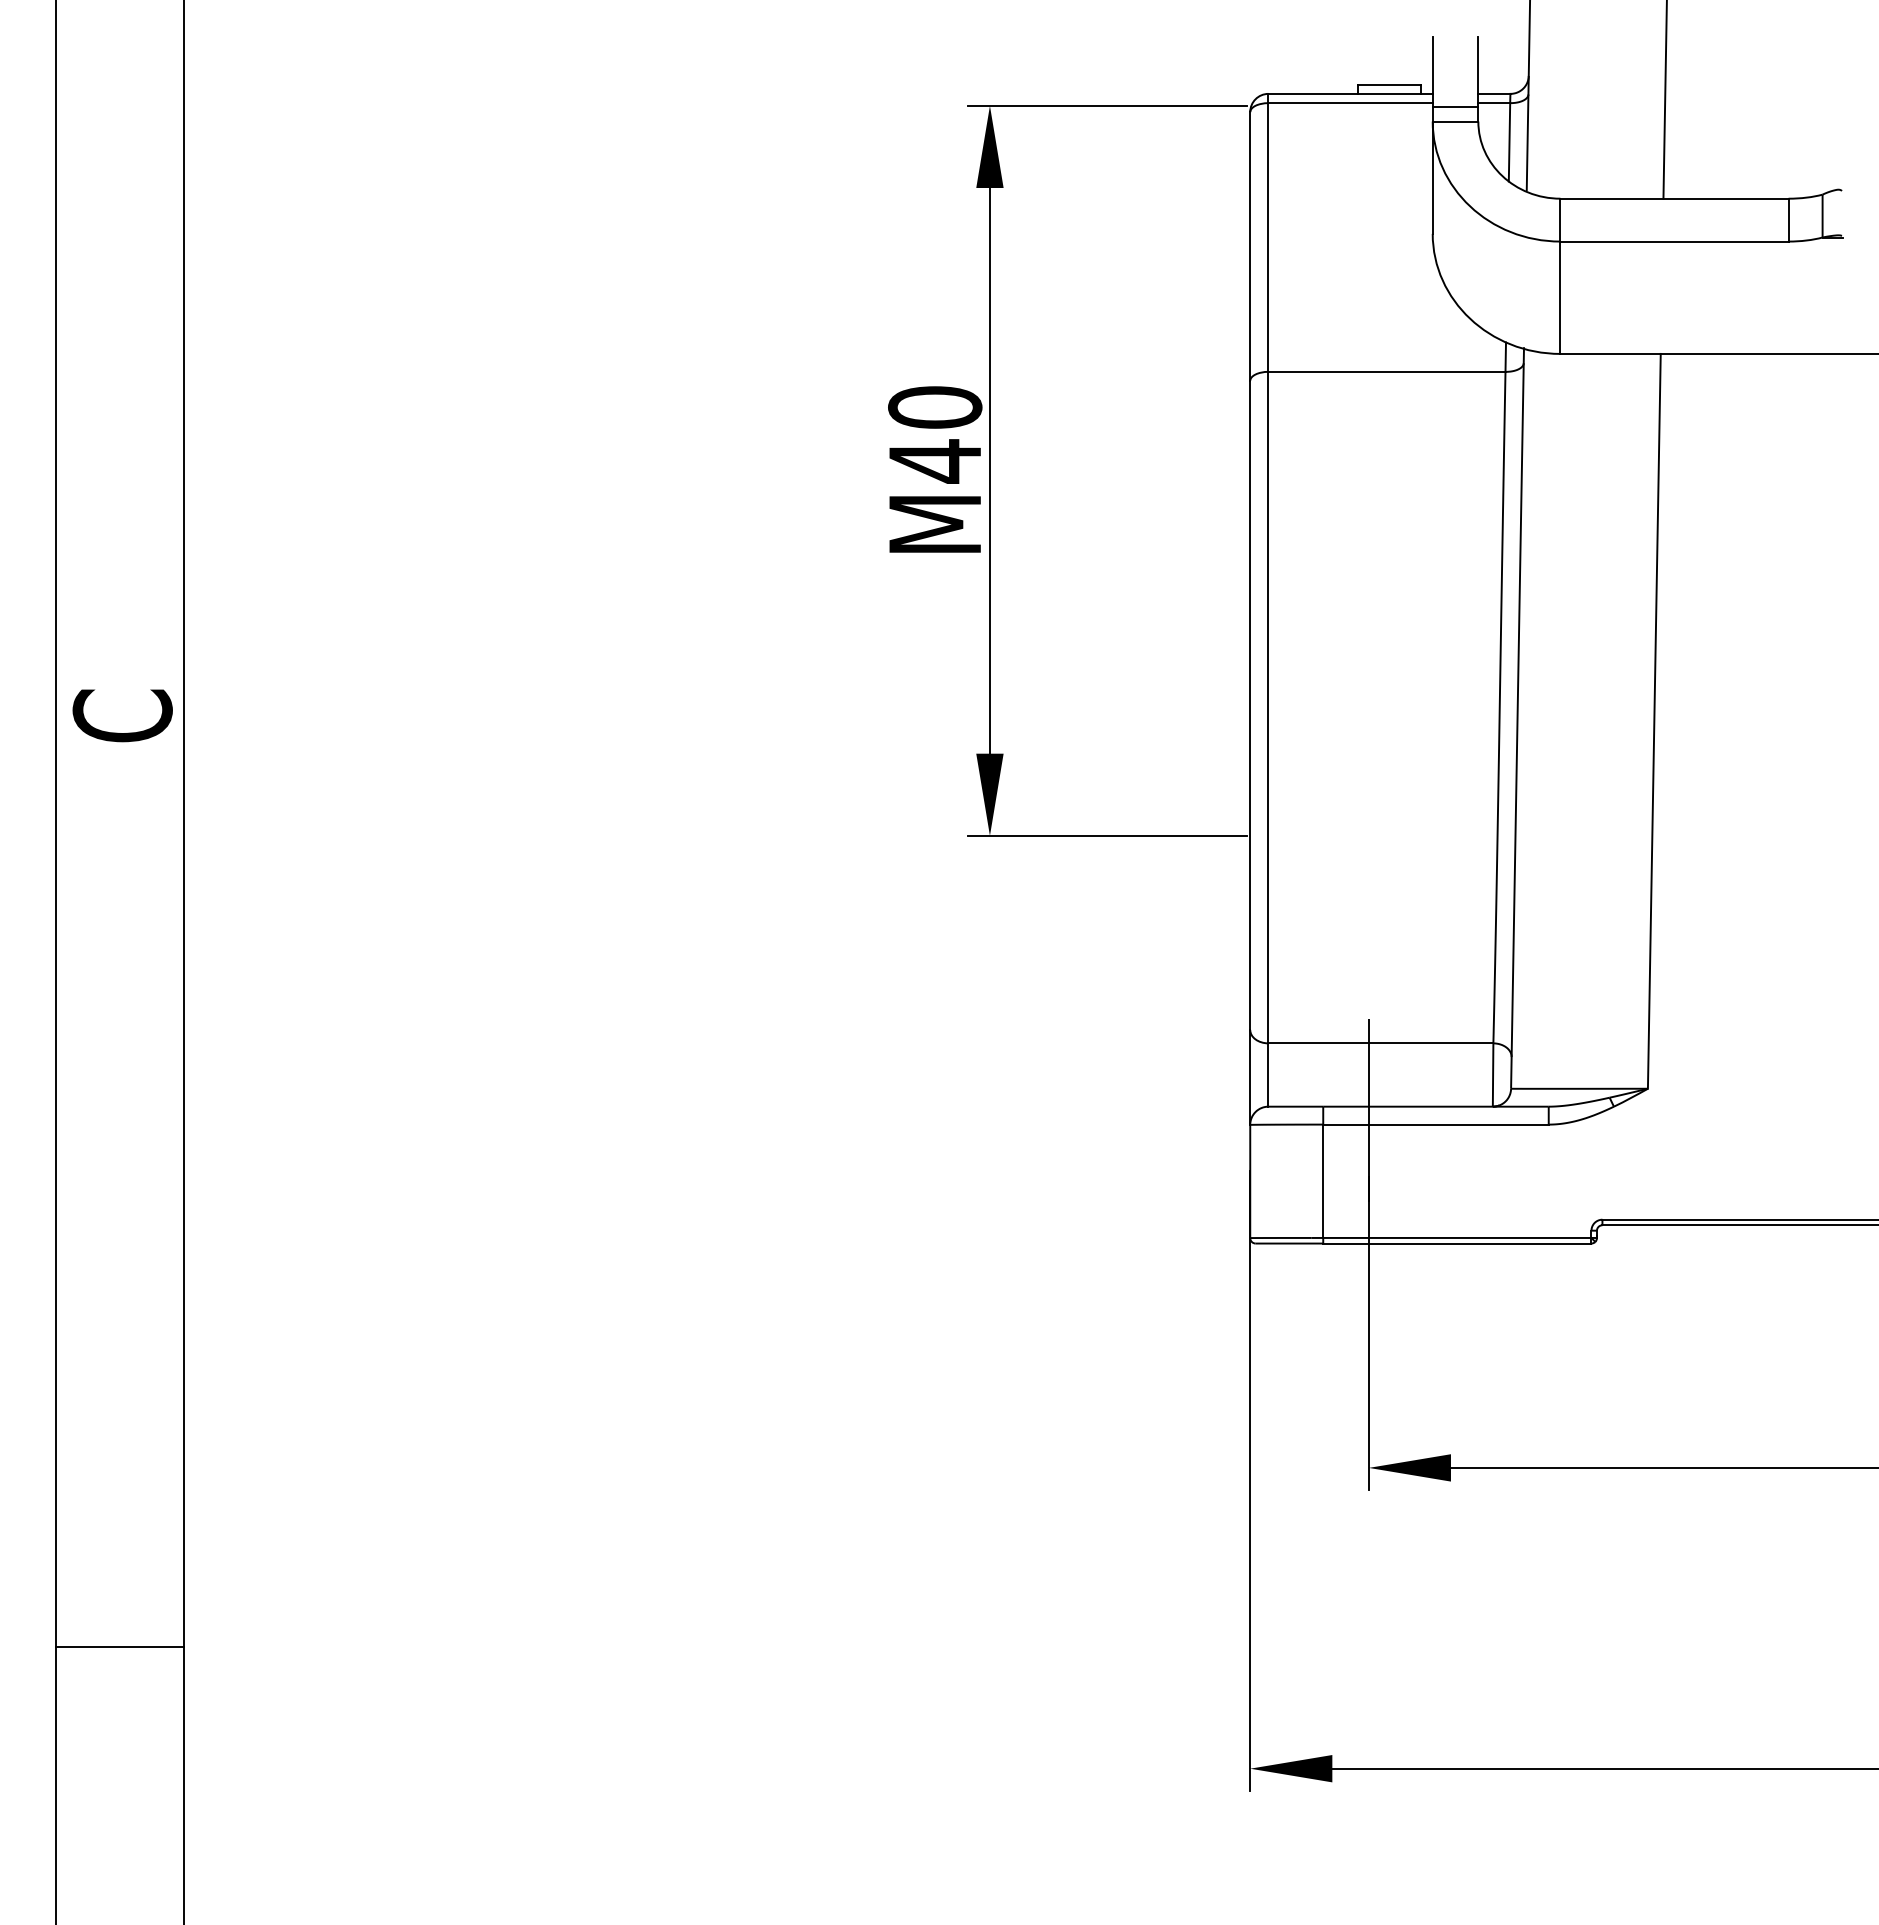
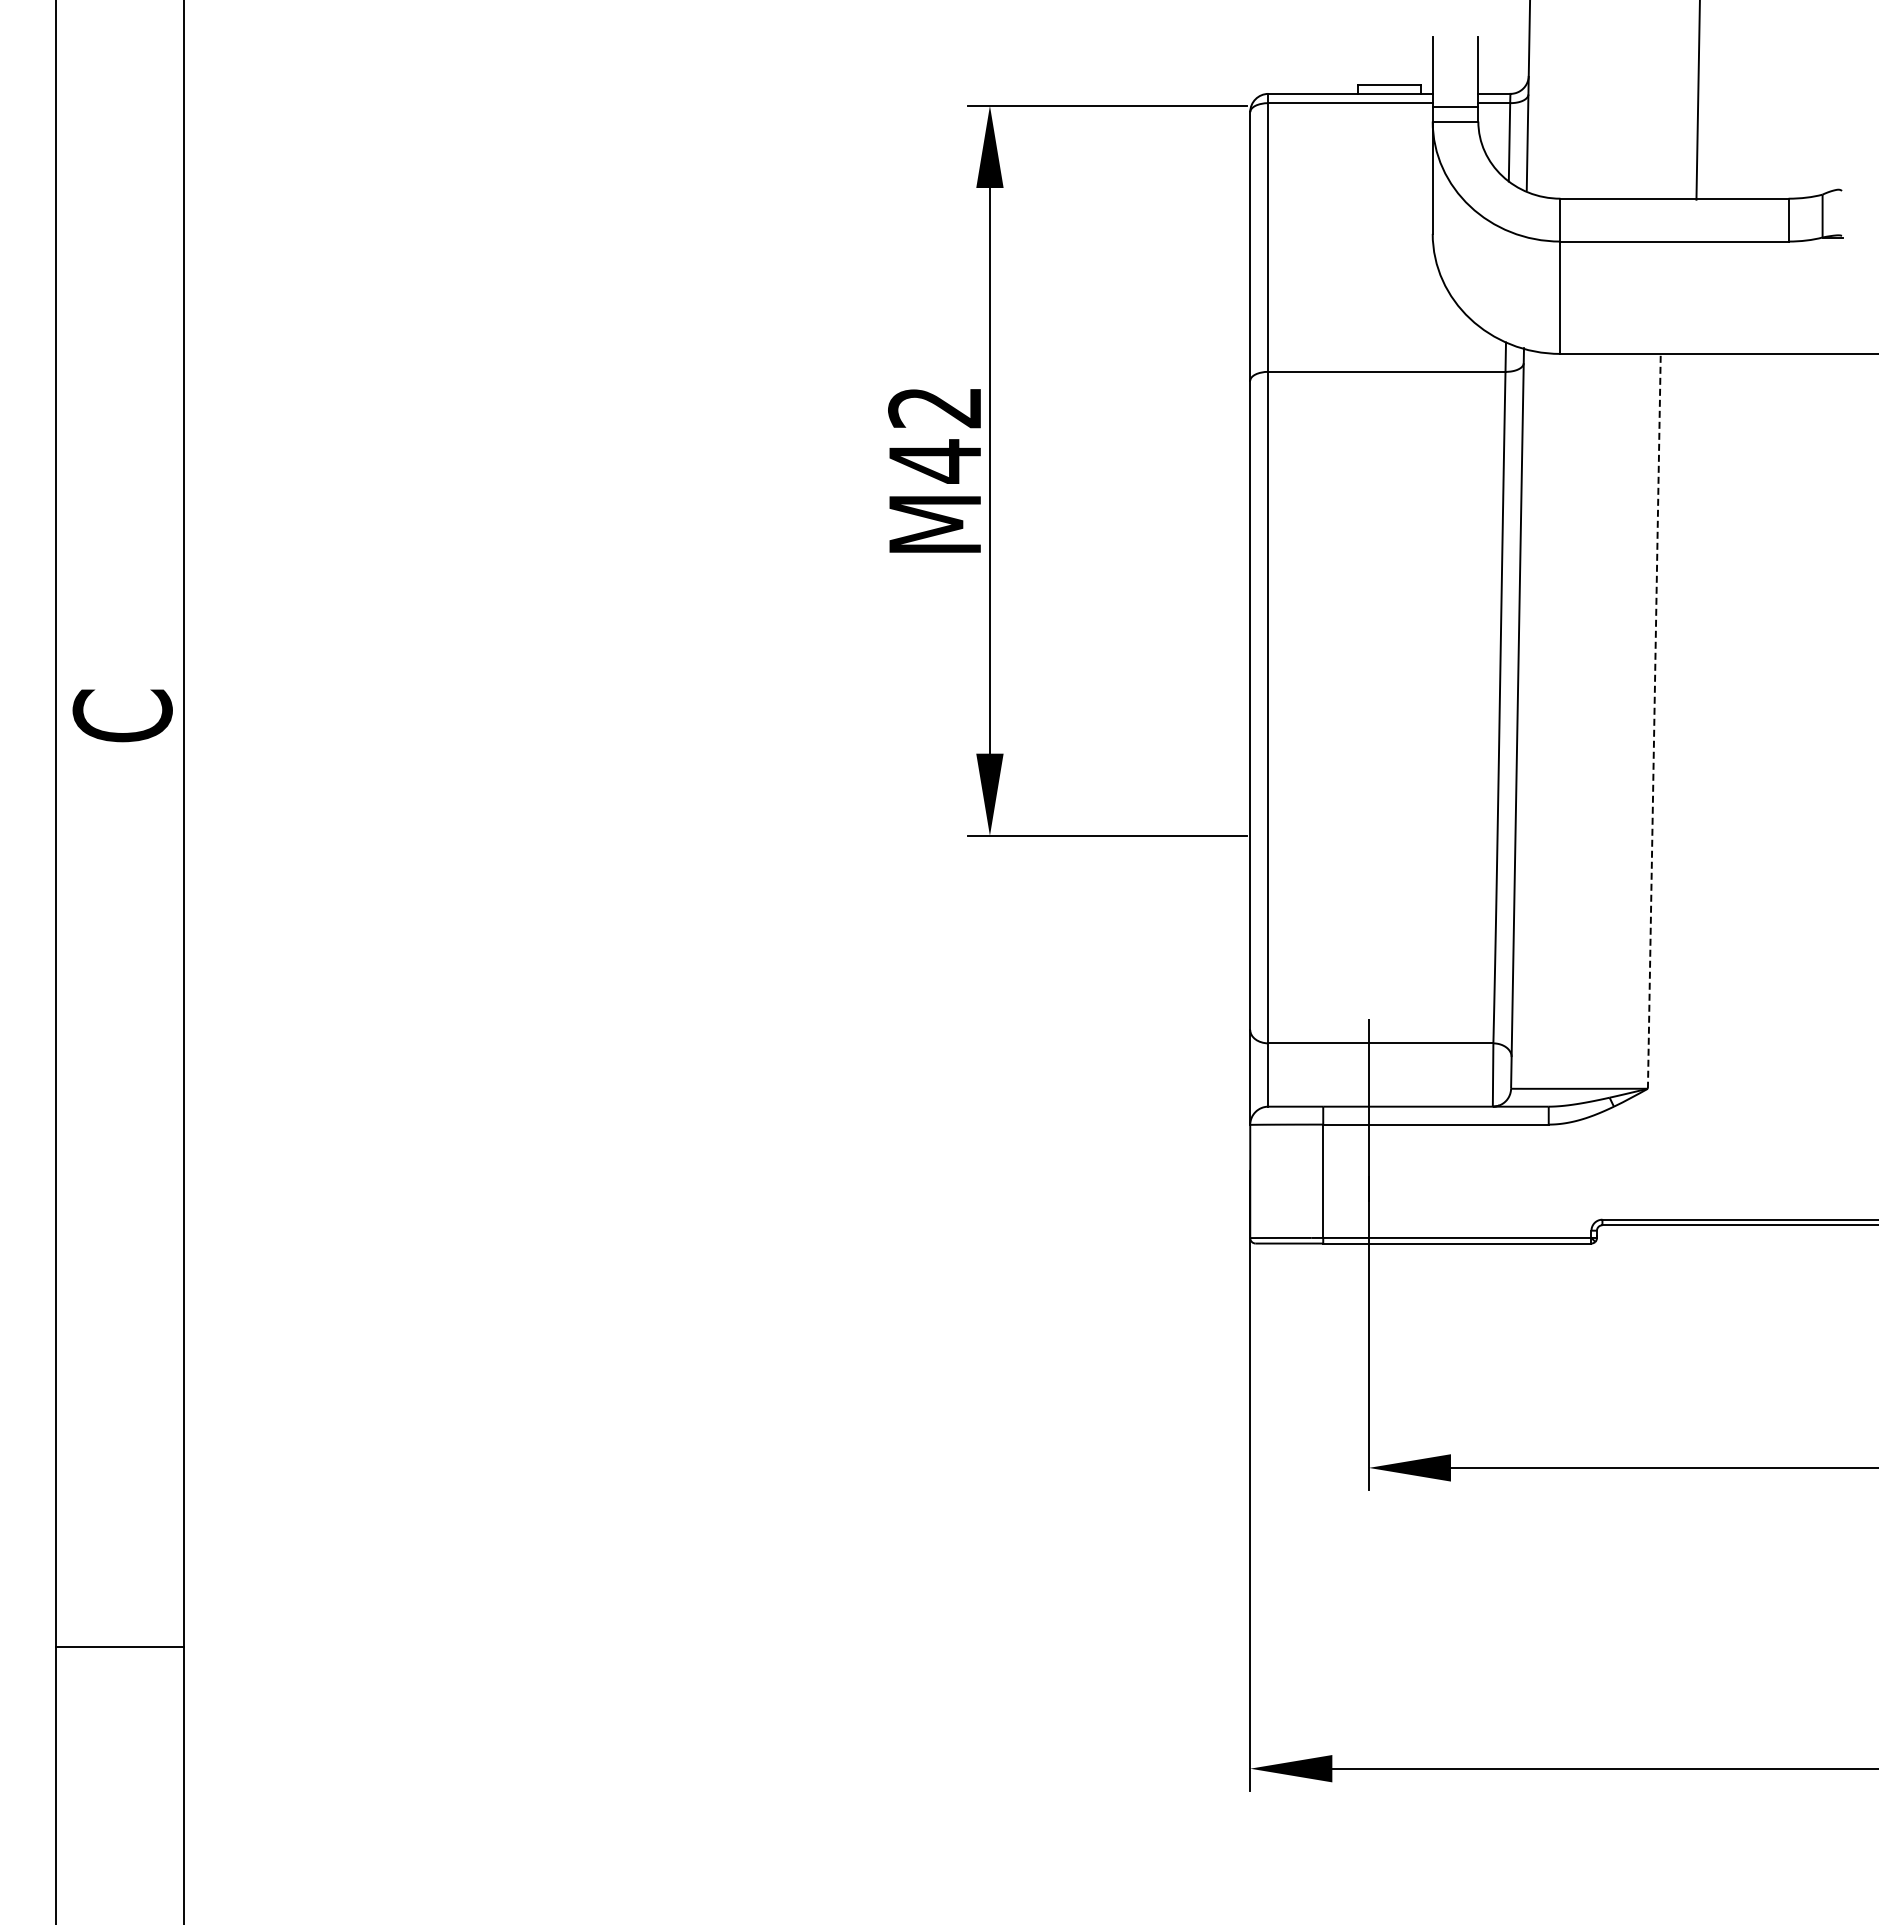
line at (1664, 100) position: (1664, 100) -> (1697, 100)
text at (935, 407): M40 -> M42
line at (1654, 720): solid -> dashed
